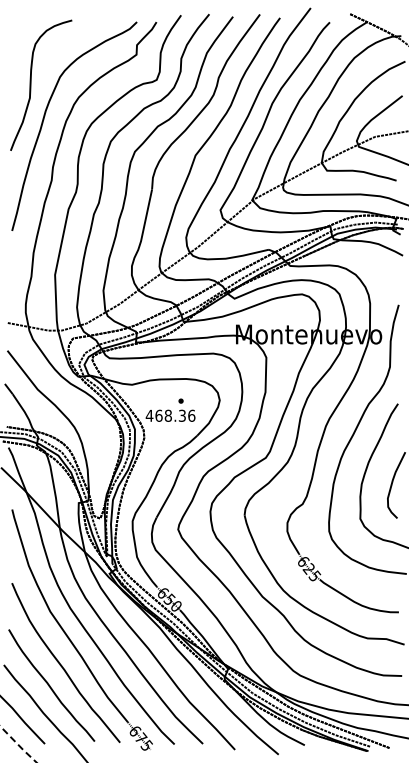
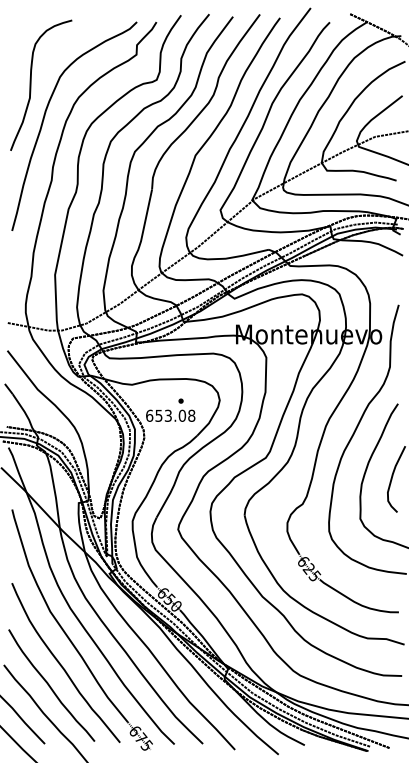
text at (170, 415): 468.36 -> 653.08
curve at (392, 485) position: (392, 485) -> (392, 479)
line at (19, 745): dashed -> solid
